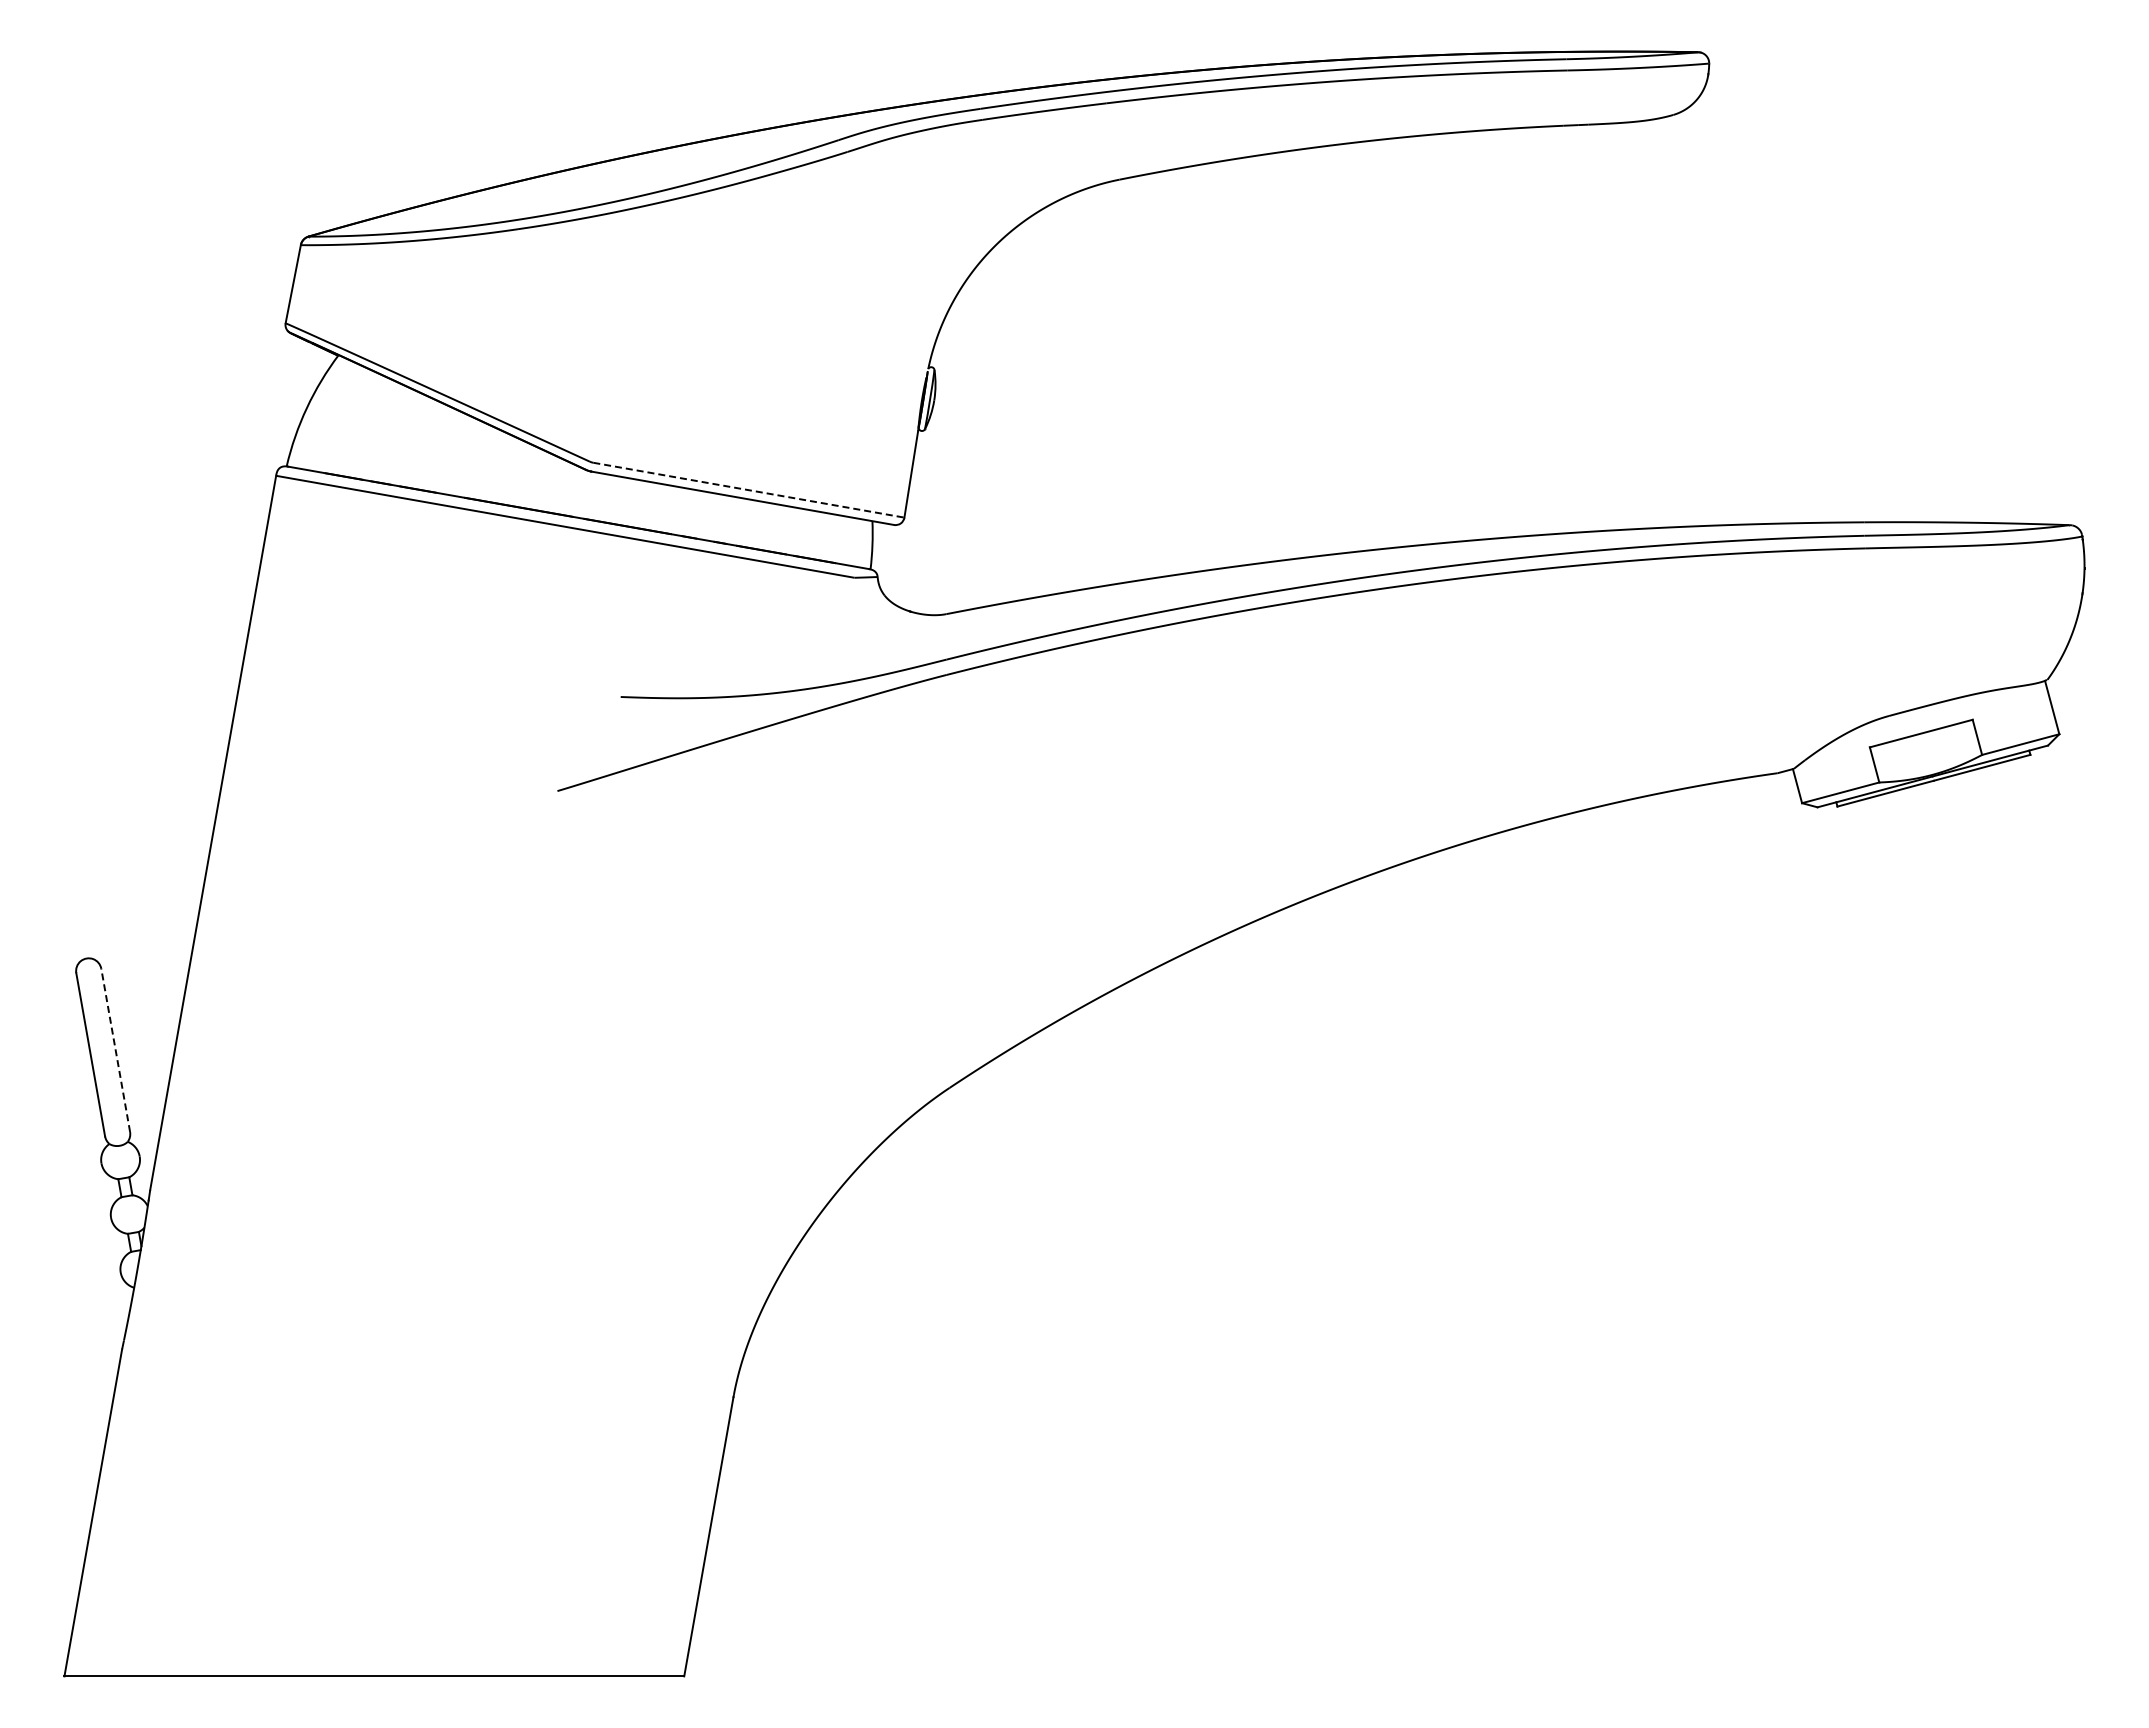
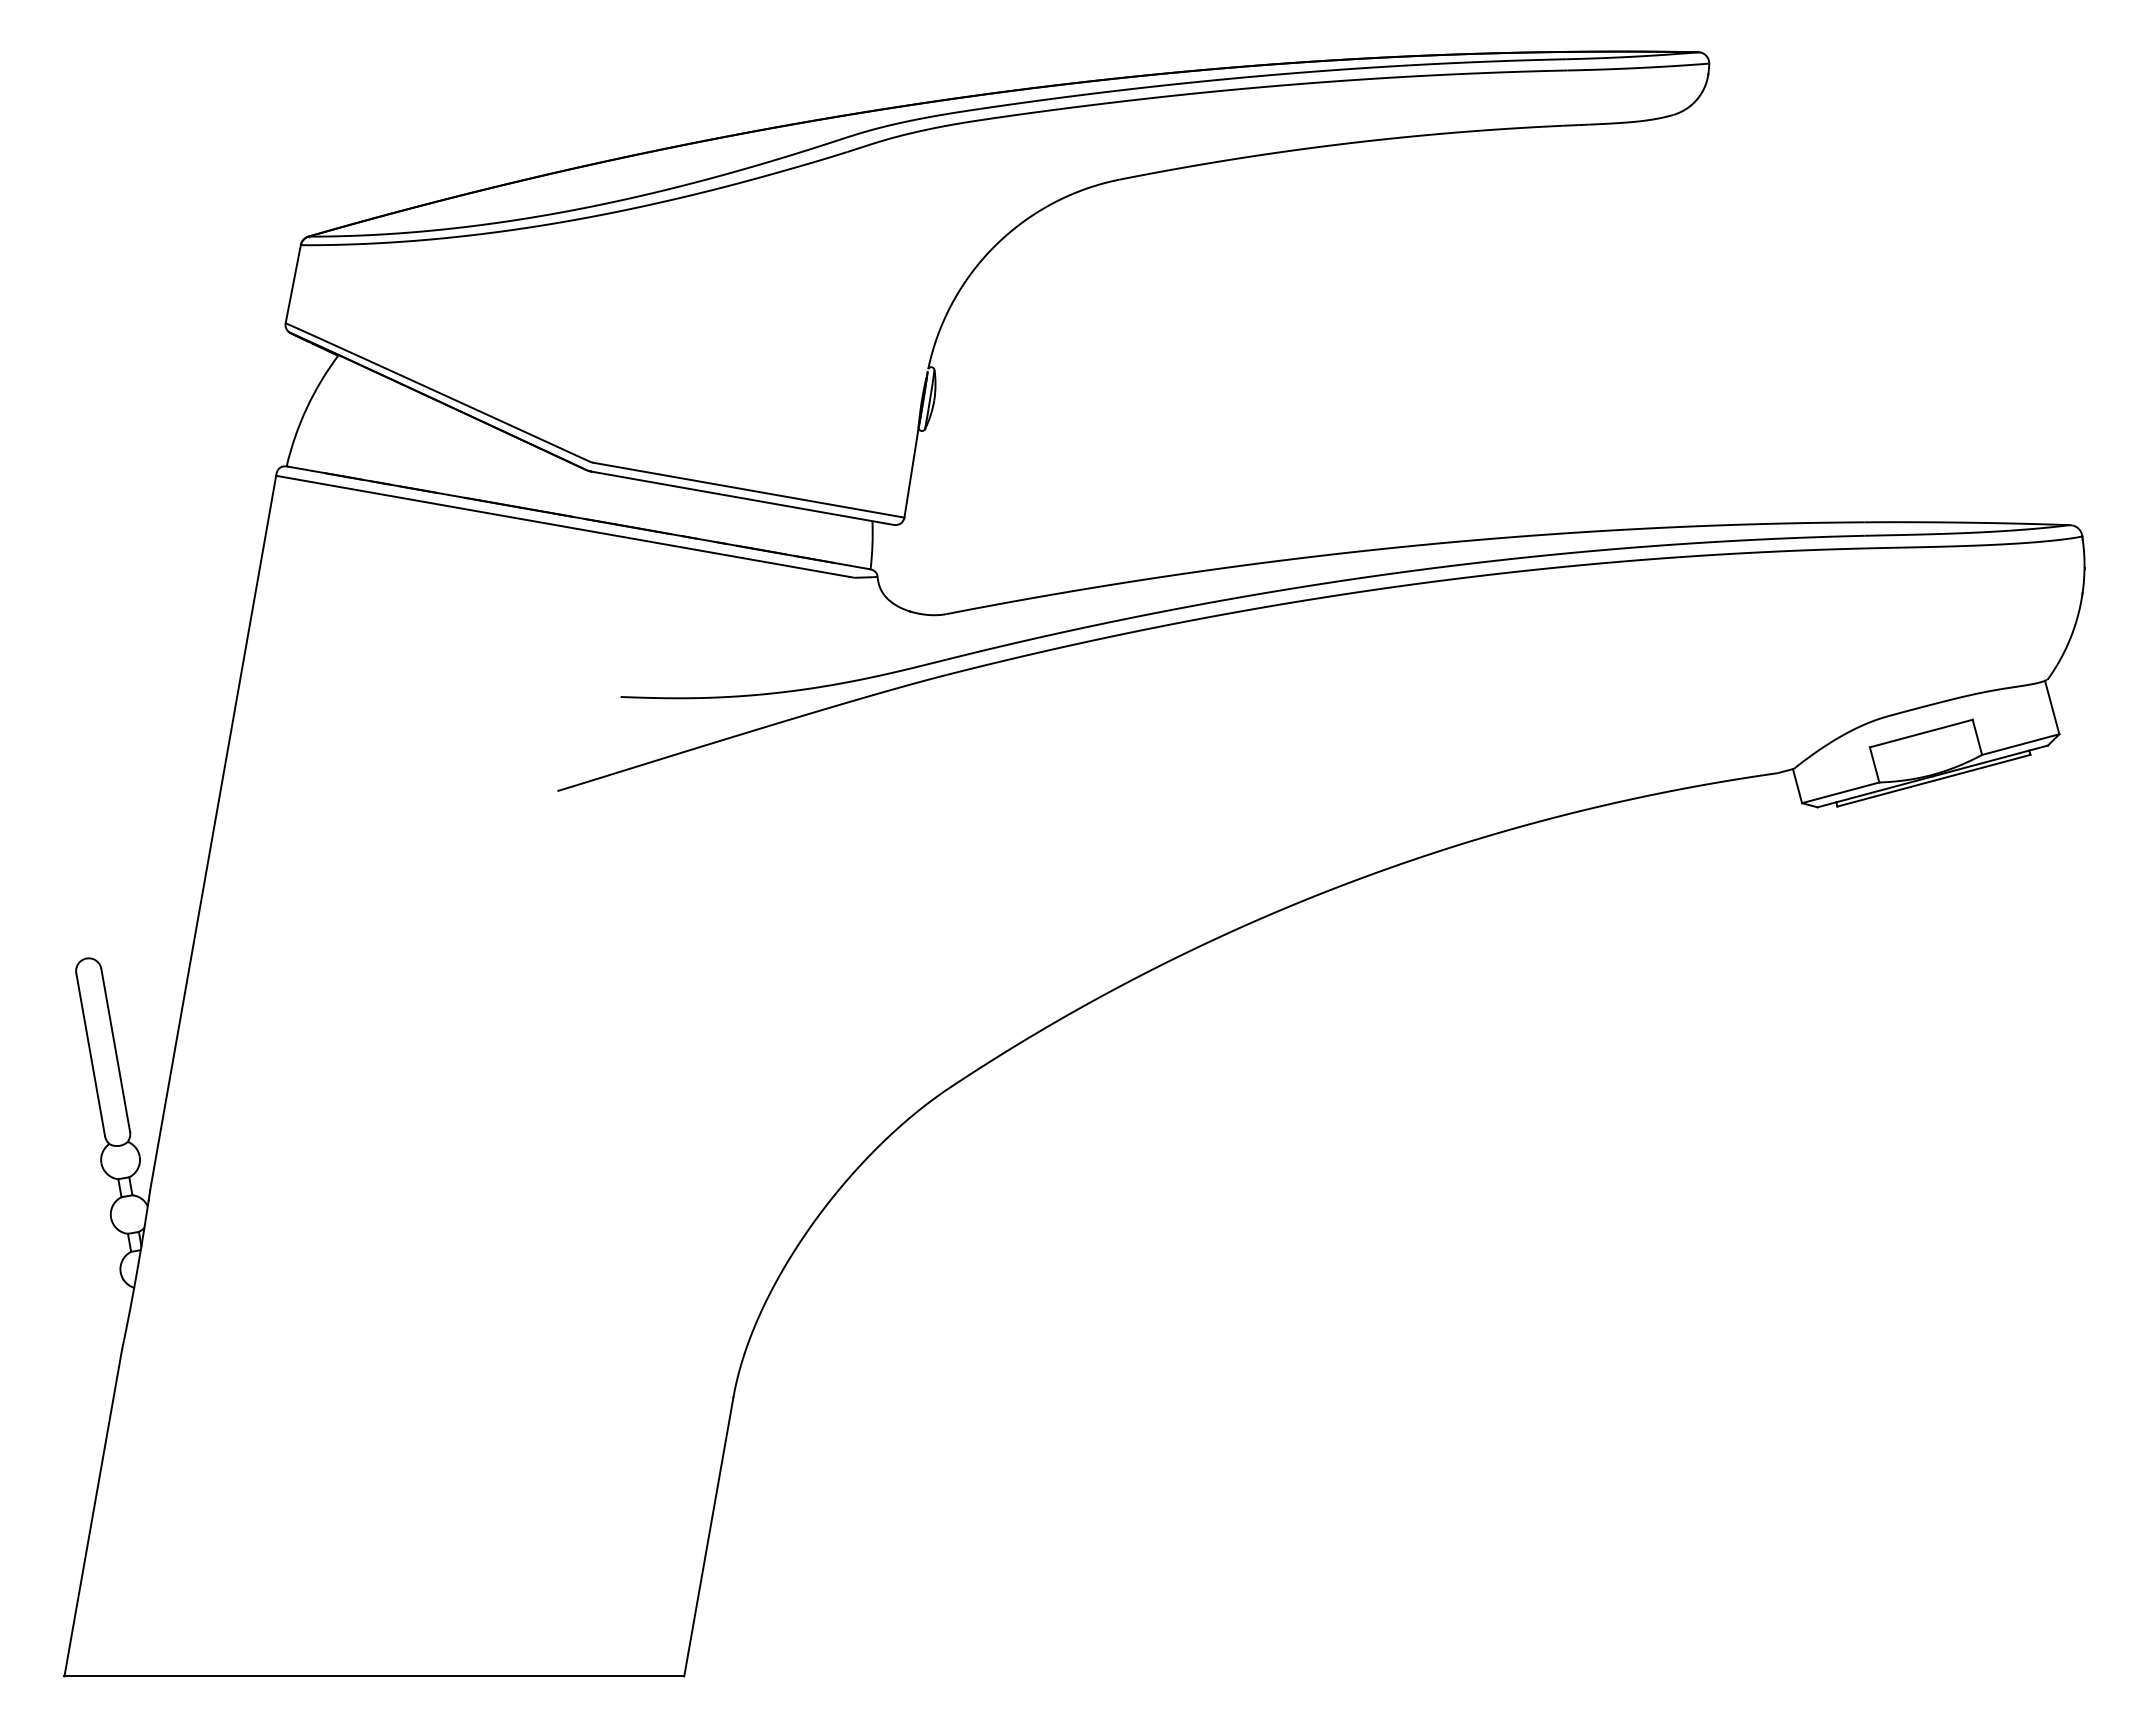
line at (748, 490): dashed -> solid
line at (115, 1050): dashed -> solid
